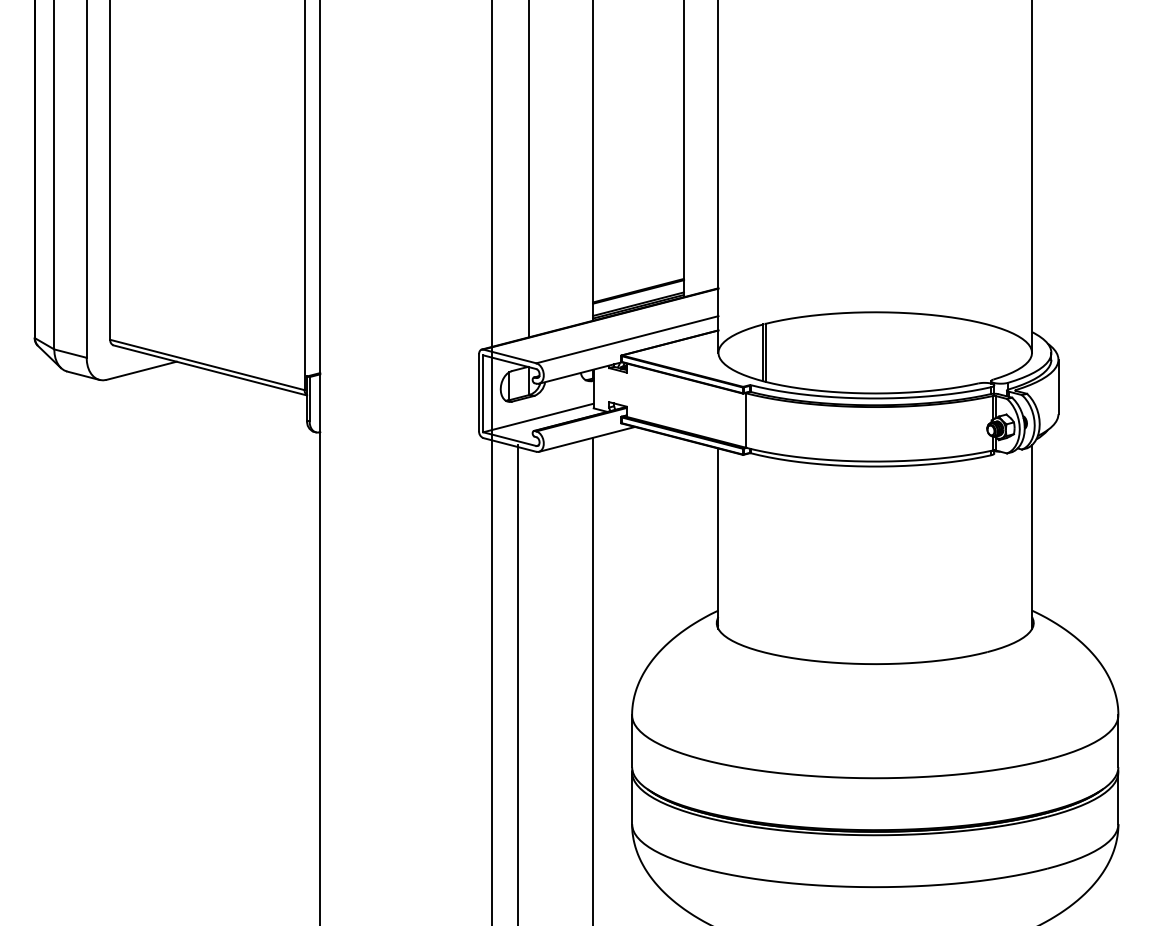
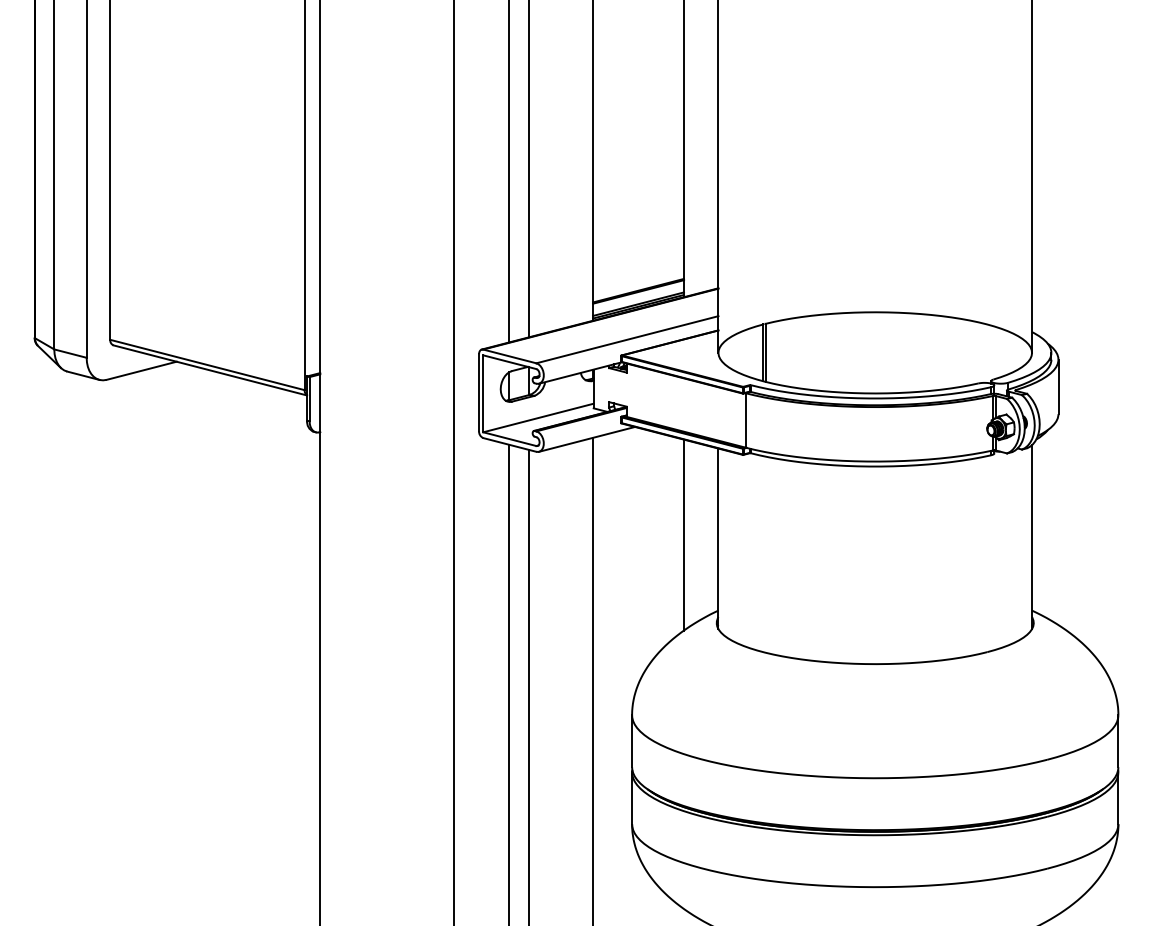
line at (509, 172): none -> present
line at (492, 462) position: (492, 462) -> (454, 462)
line at (684, 534): none -> present
line at (518, 683) position: (518, 683) -> (509, 683)
line at (528, 685): none -> present
